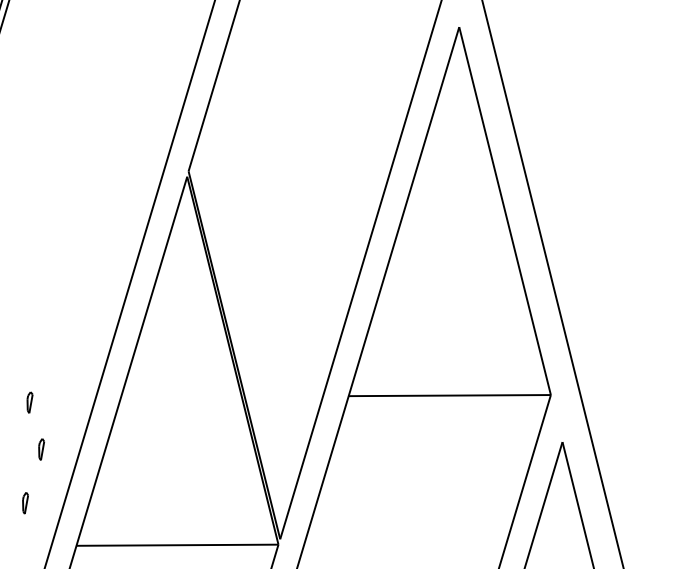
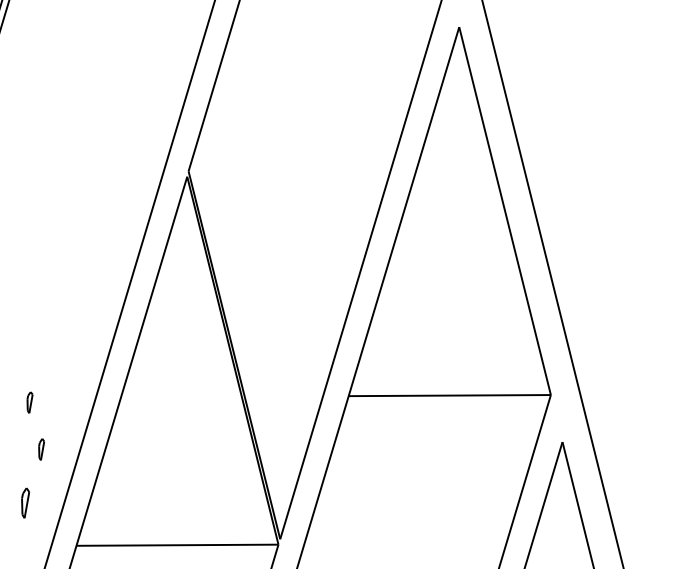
part at (25, 503) size: 7x23 px -> 10x32 px
